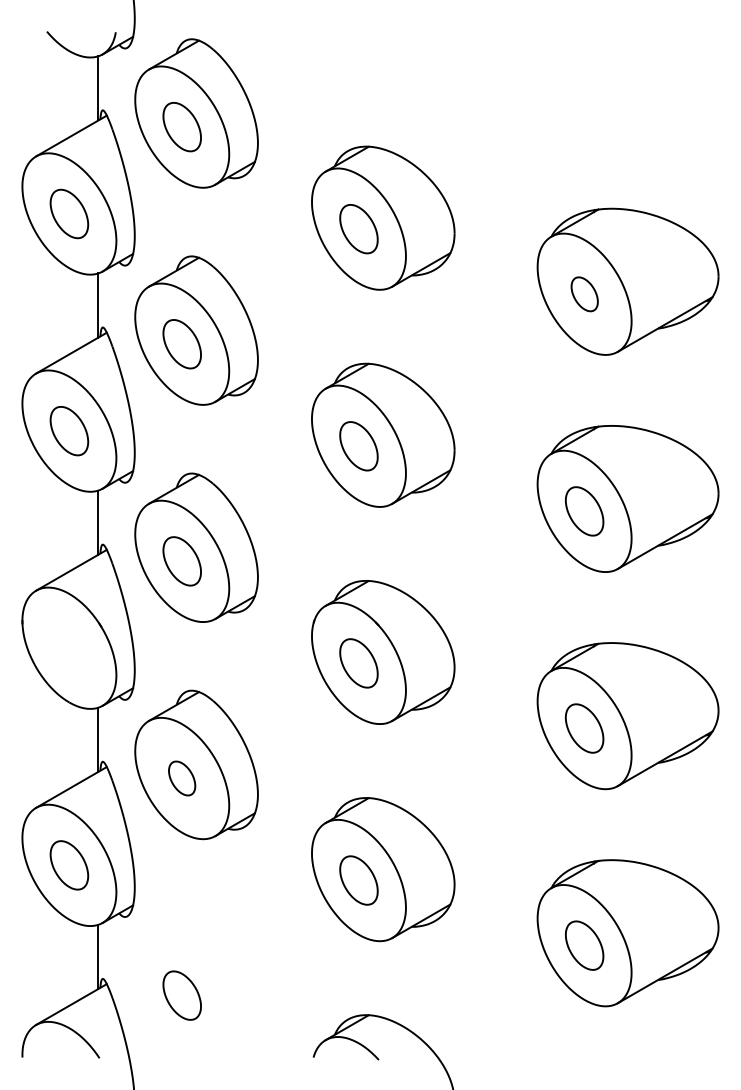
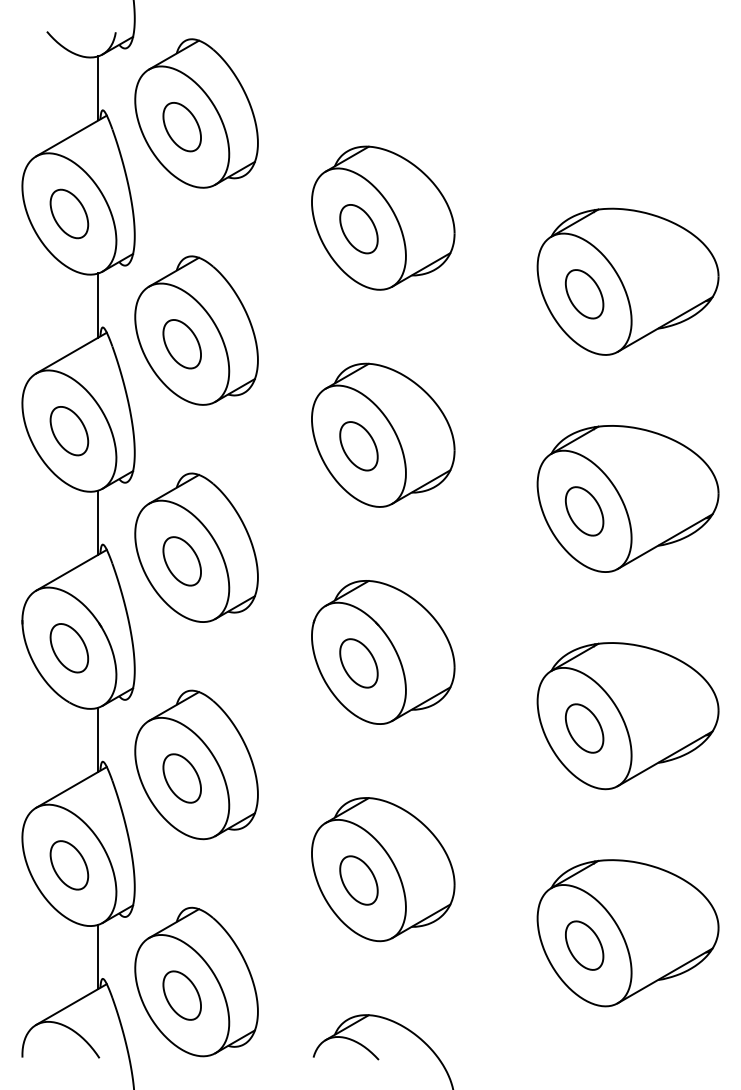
part at (584, 294) size: 29x37 px -> 40x51 px
part at (69, 648): none -> present
part at (182, 778) size: 29x37 px -> 40x51 px
part at (196, 981): none -> present
